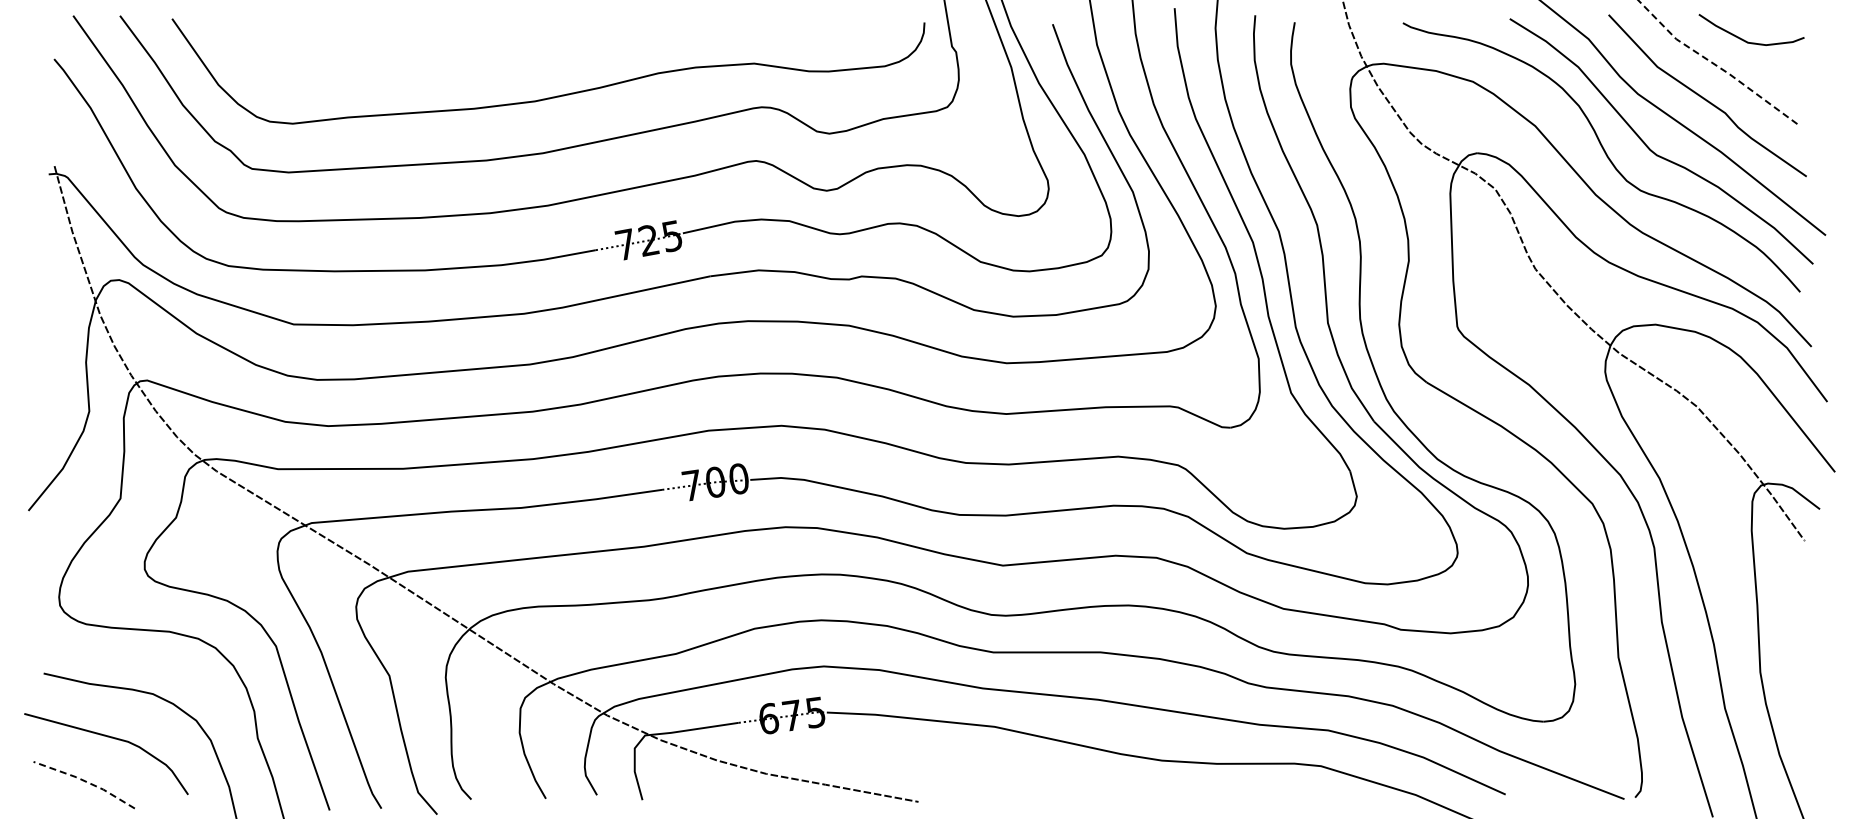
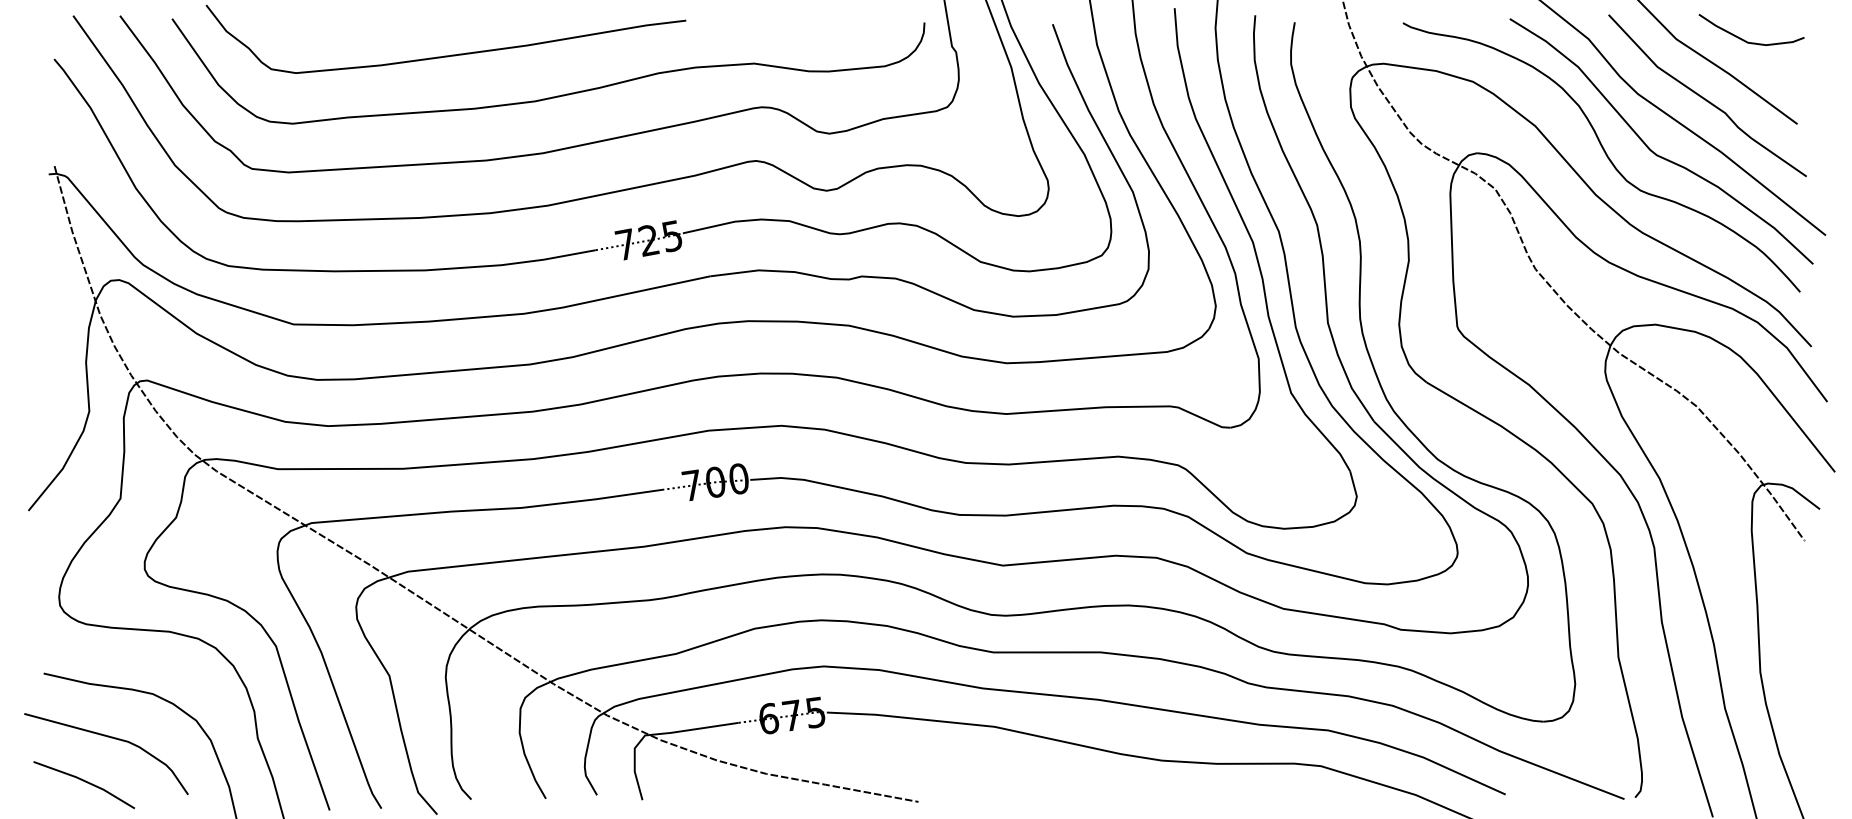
curve at (445, 55): none -> present
line at (1715, 64): dashed -> solid
line at (85, 781): dashed -> solid
